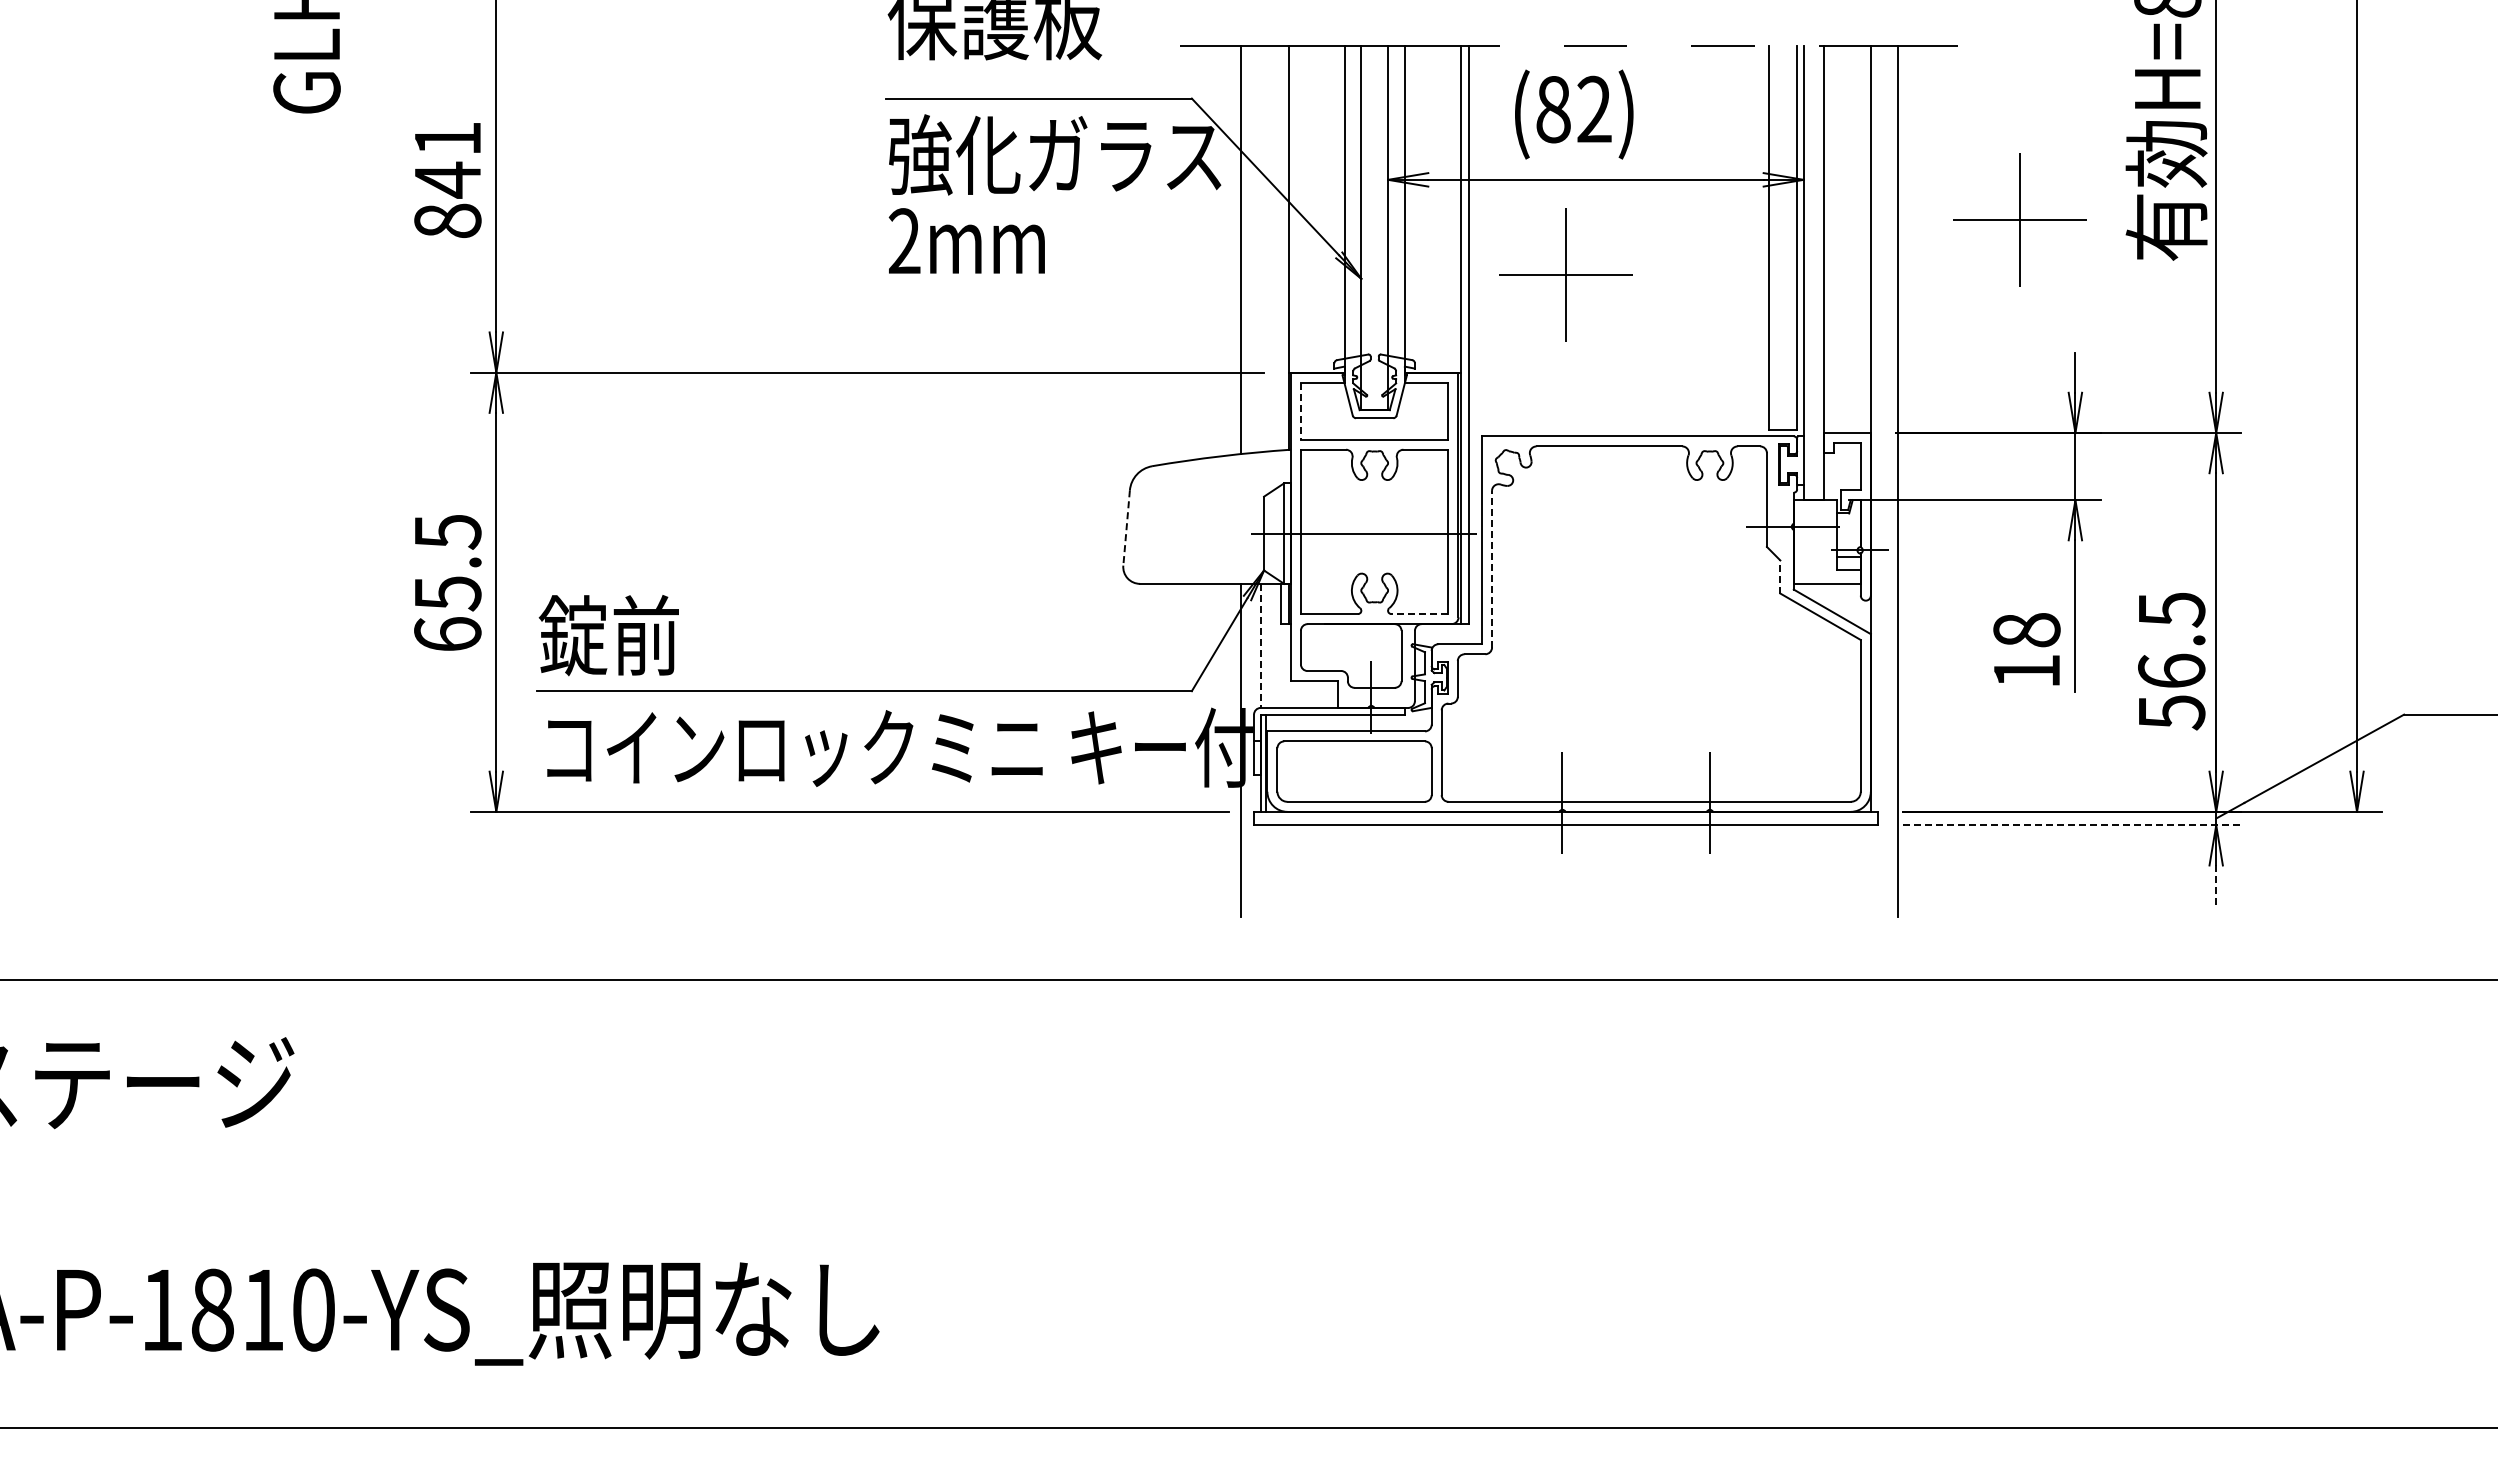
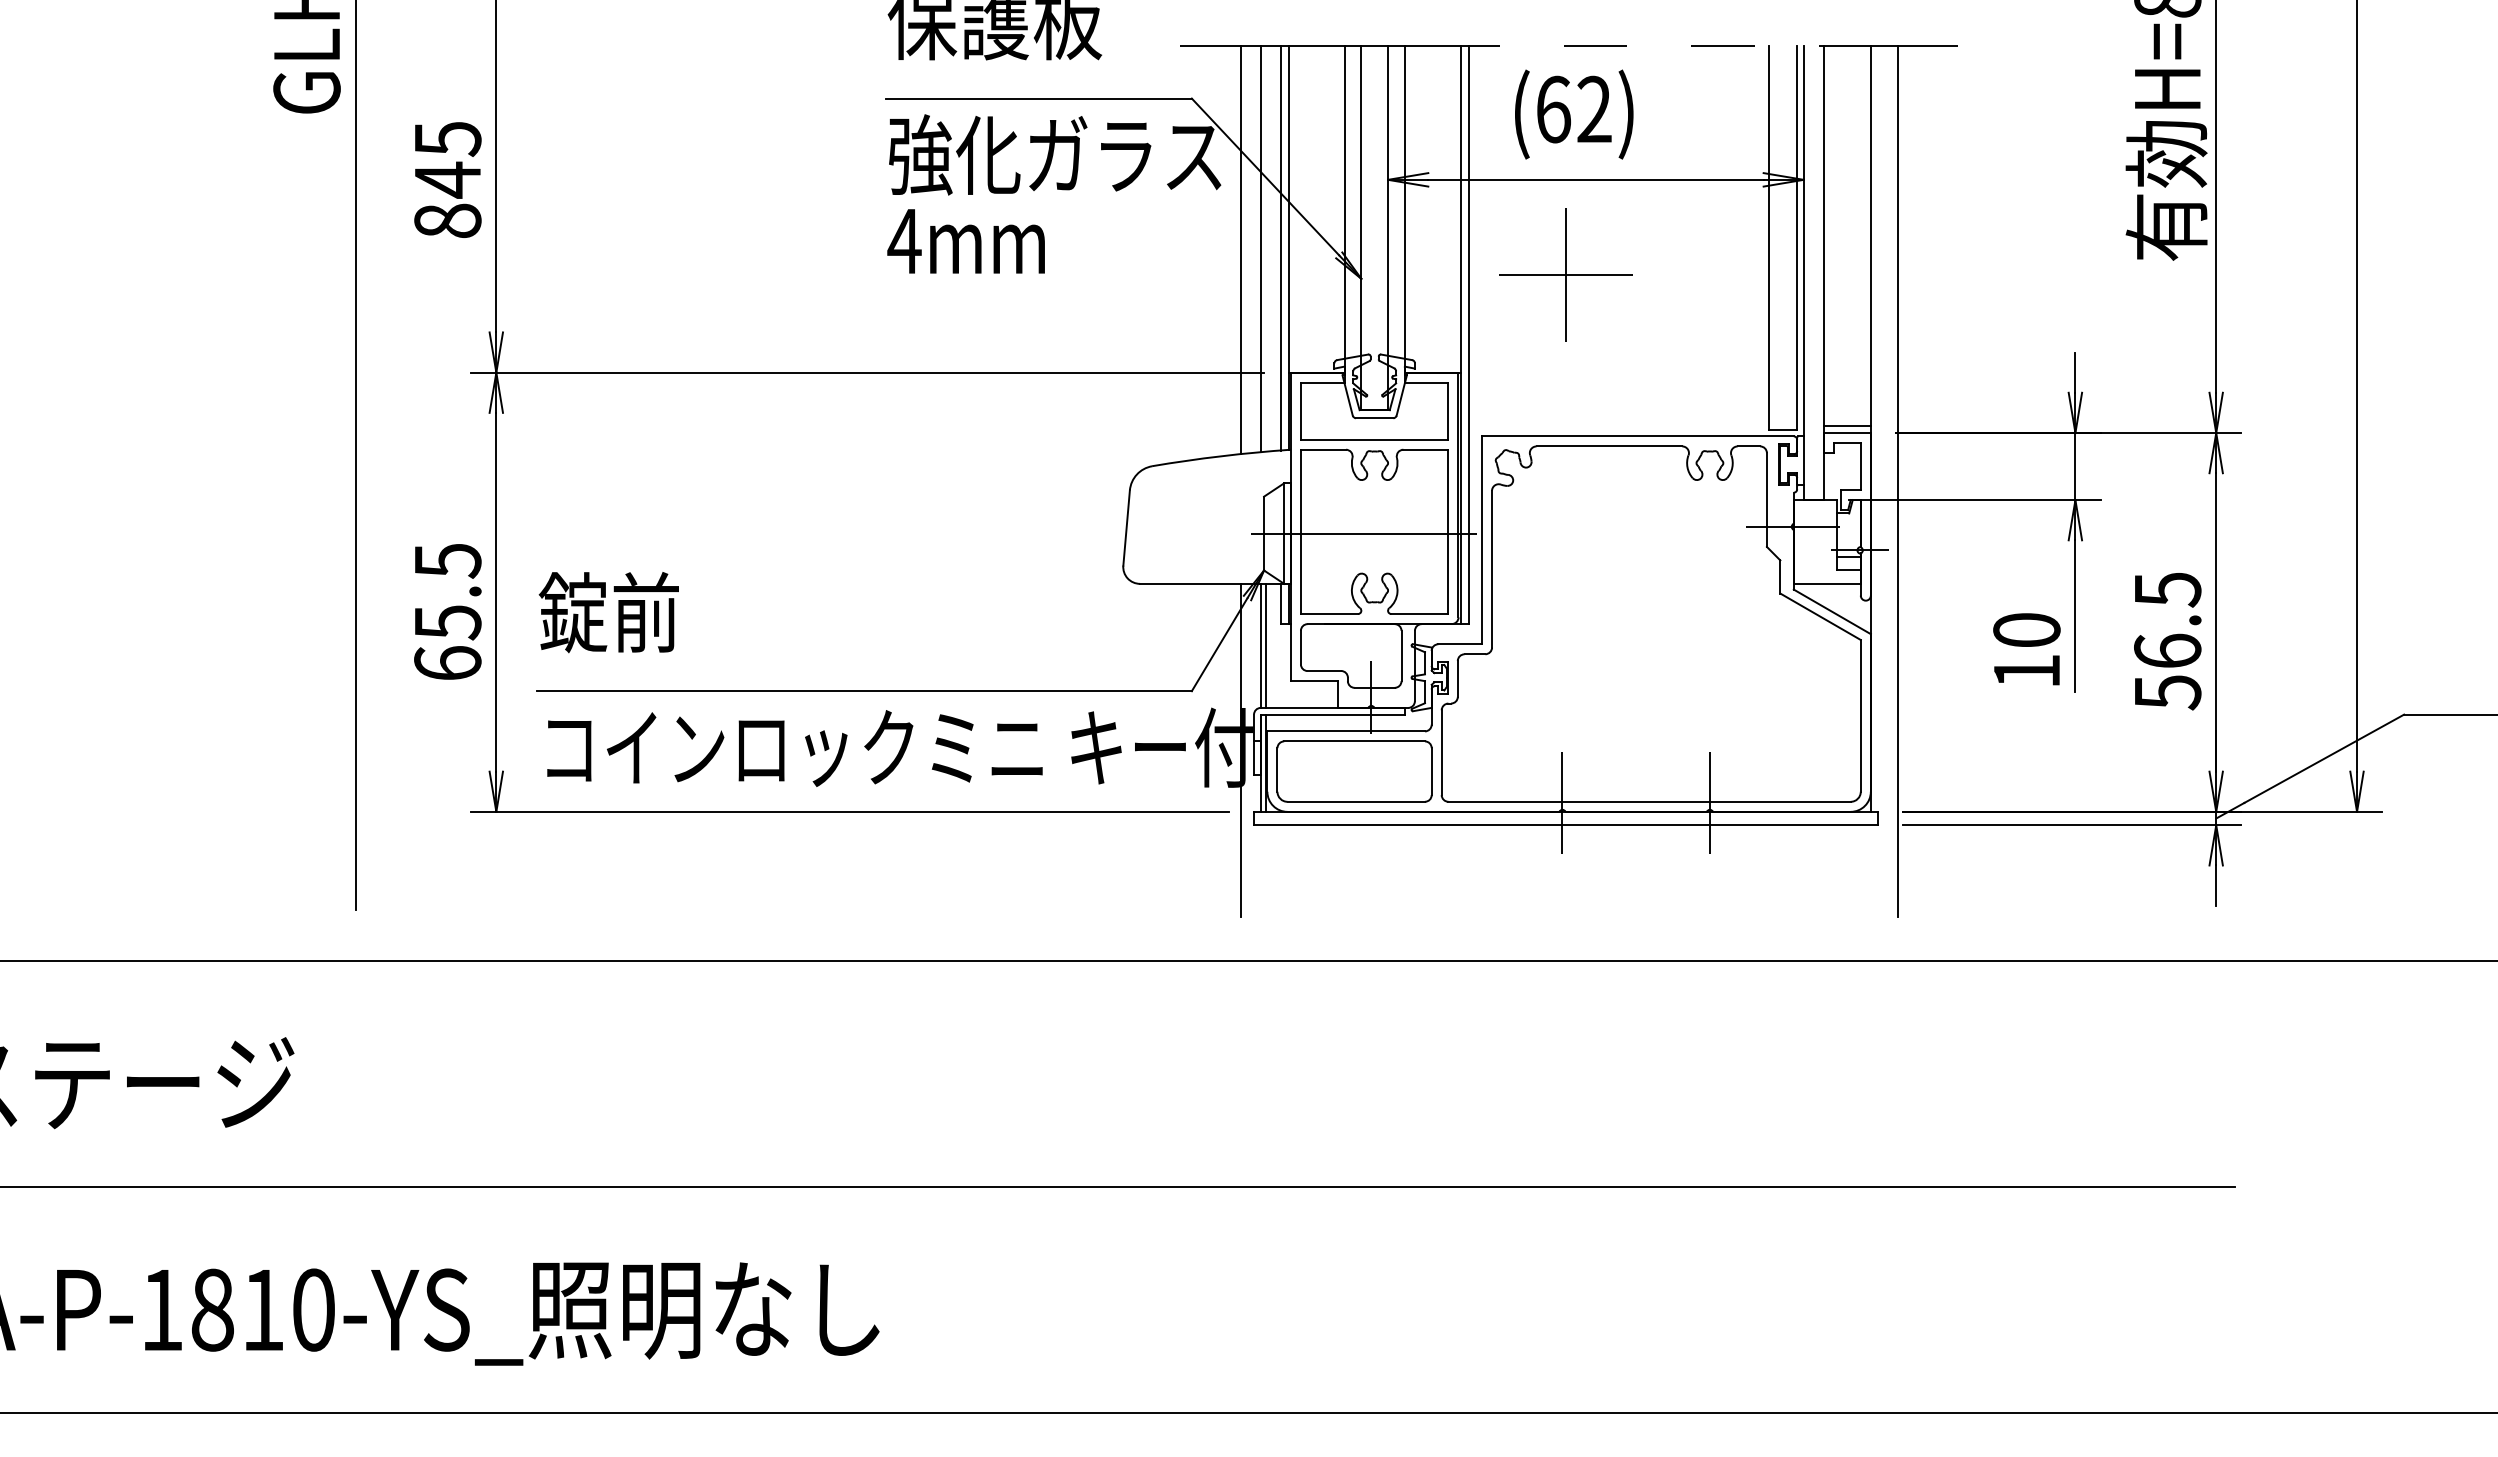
text at (1553, 109): (82) -> (62)
text at (448, 139): 841 -> 845
part at (2019, 219): present -> none
text at (904, 240): 2mm -> 4mm
line at (1280, 247): none -> present
line at (1260, 248): none -> present
line at (1300, 411): dashed -> solid
line at (1846, 426): none -> present
line at (355, 456): none -> present
line at (1126, 528): dashed -> solid
line at (1492, 568): dashed -> solid
line at (1780, 576): dashed -> solid
text at (447, 582) position: (447, 582) -> (447, 611)
line at (1419, 614): dashed -> solid
text at (2026, 630): 18 -> 10
text at (608, 635) position: (608, 635) -> (608, 612)
line at (1266, 645): none -> present
line at (1260, 646): dashed -> solid
text at (2171, 661) position: (2171, 661) -> (2167, 641)
line at (2072, 825): dashed -> solid
line at (2216, 886): dashed -> solid
line at (1248, 979) position: (1248, 979) -> (1248, 960)
line at (1118, 1187): none -> present
line at (1248, 1428) position: (1248, 1428) -> (1248, 1413)
